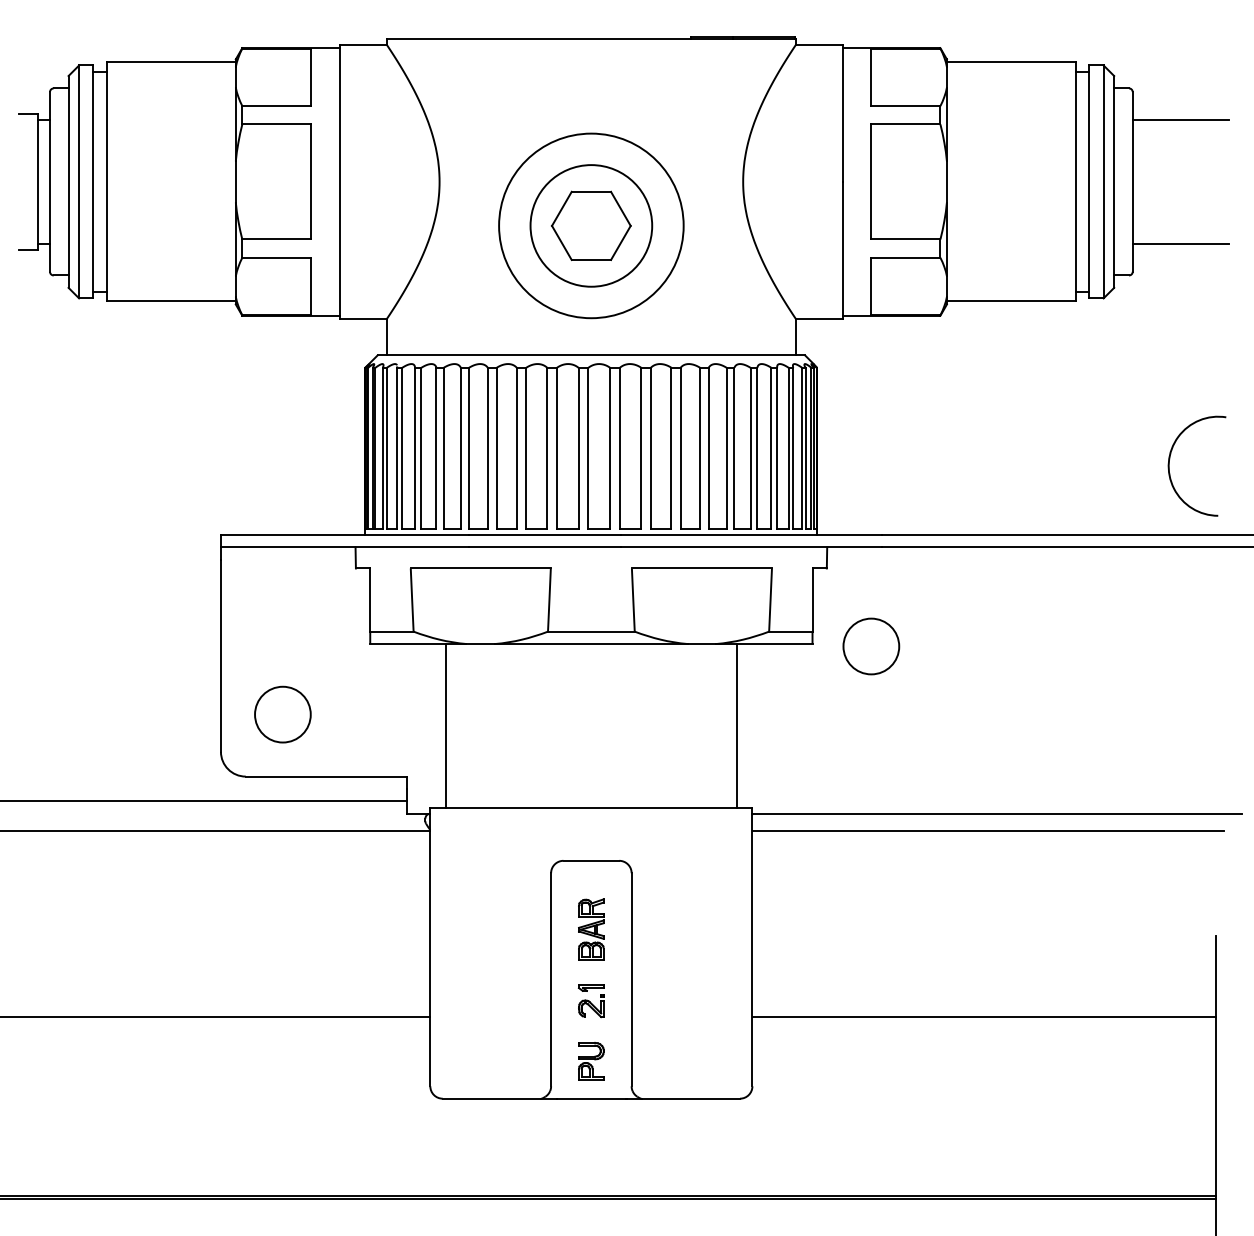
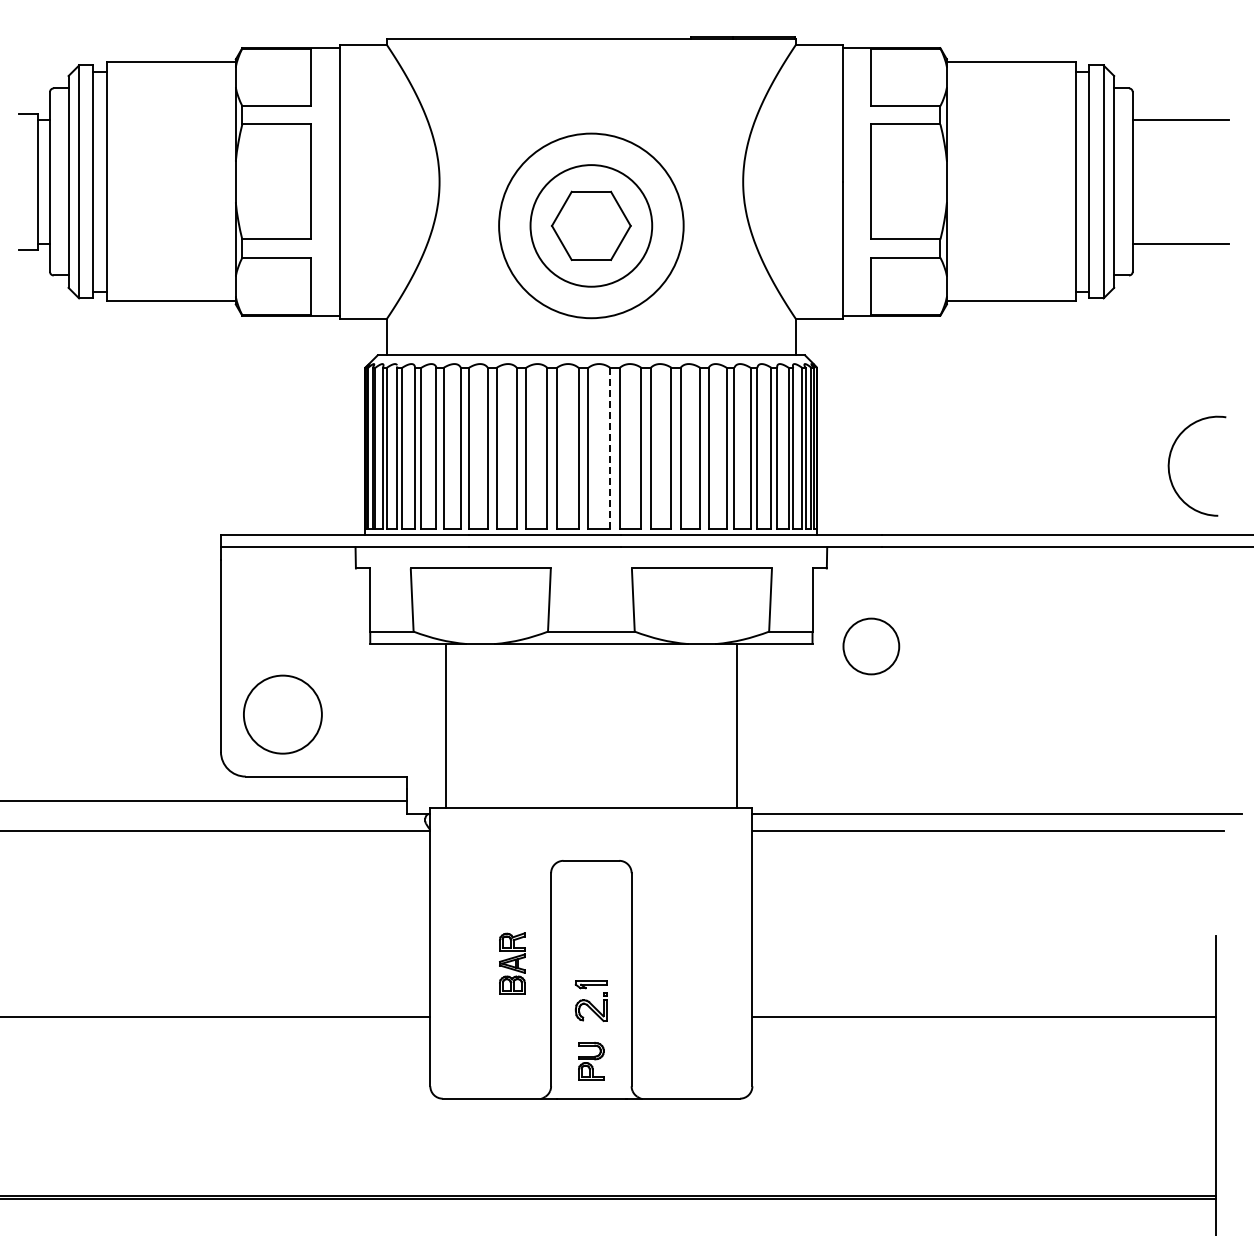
line at (610, 448): solid -> dashed
circle at (282, 714) diameter: 56 px -> 78 px
part at (591, 929) position: (591, 929) -> (512, 963)
part at (591, 1001) size: 27x35 px -> 34x42 px
